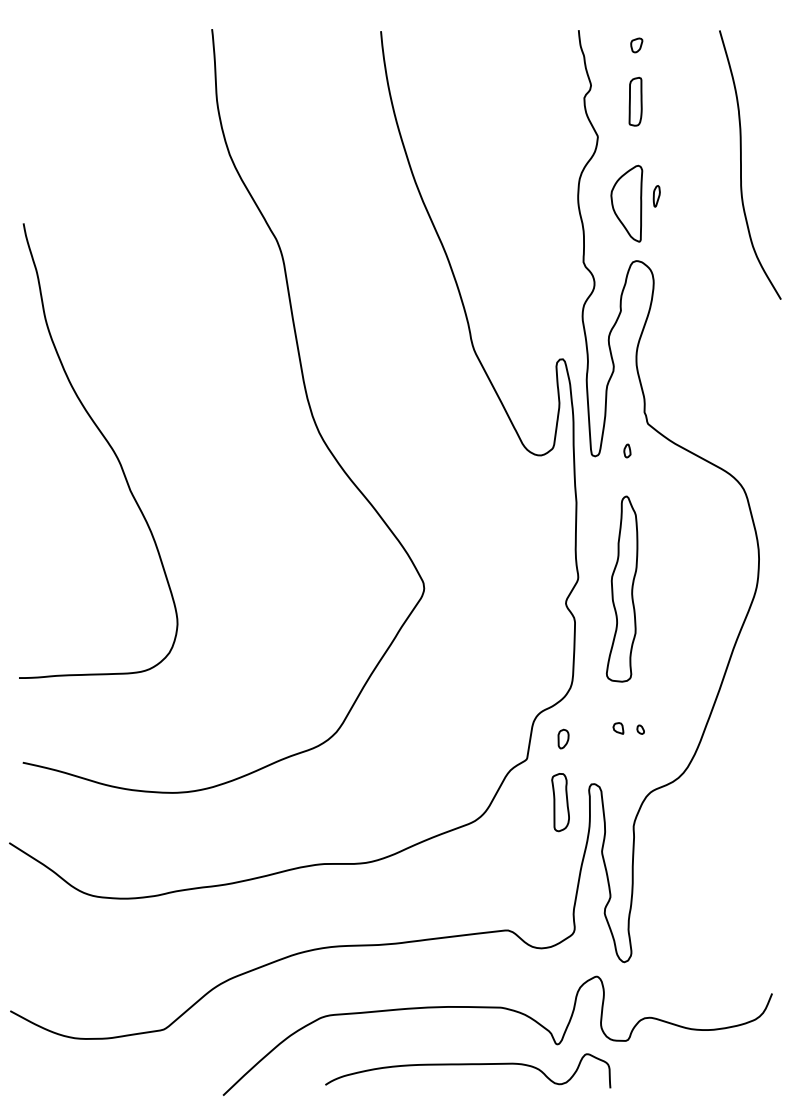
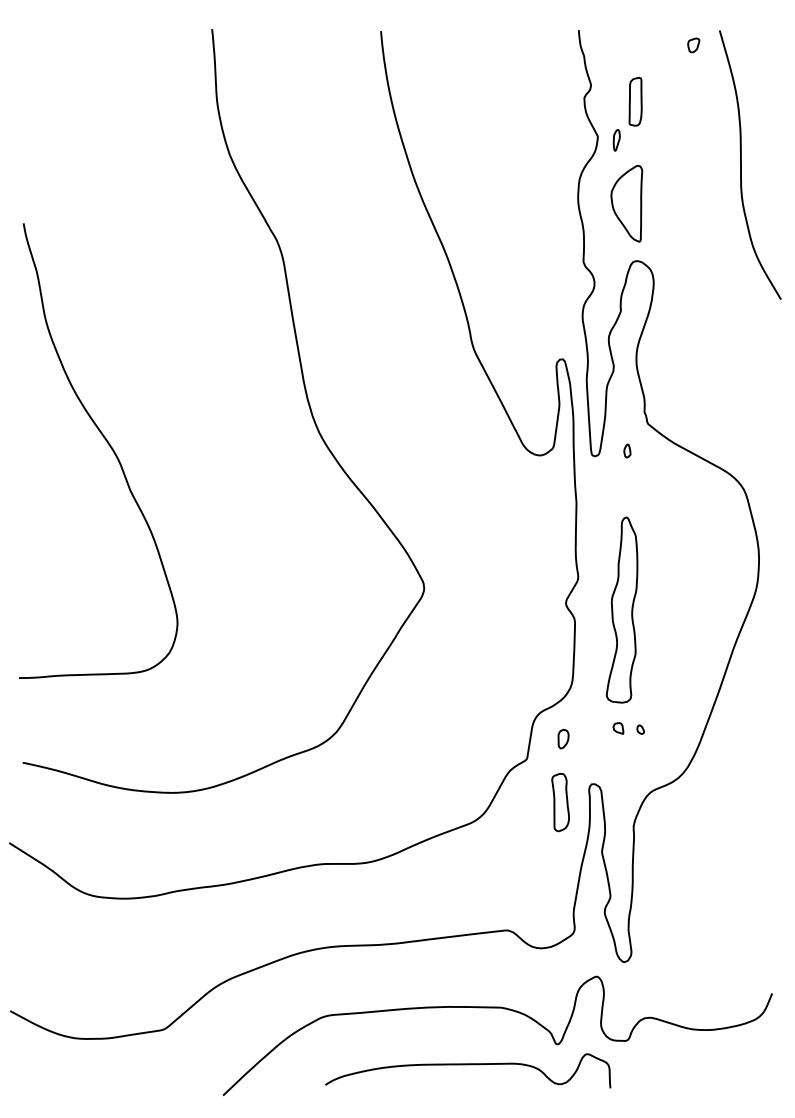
part at (636, 45) position: (636, 45) -> (693, 45)
part at (656, 196) position: (656, 196) -> (616, 140)
part at (622, 588) position: (622, 588) -> (622, 609)
